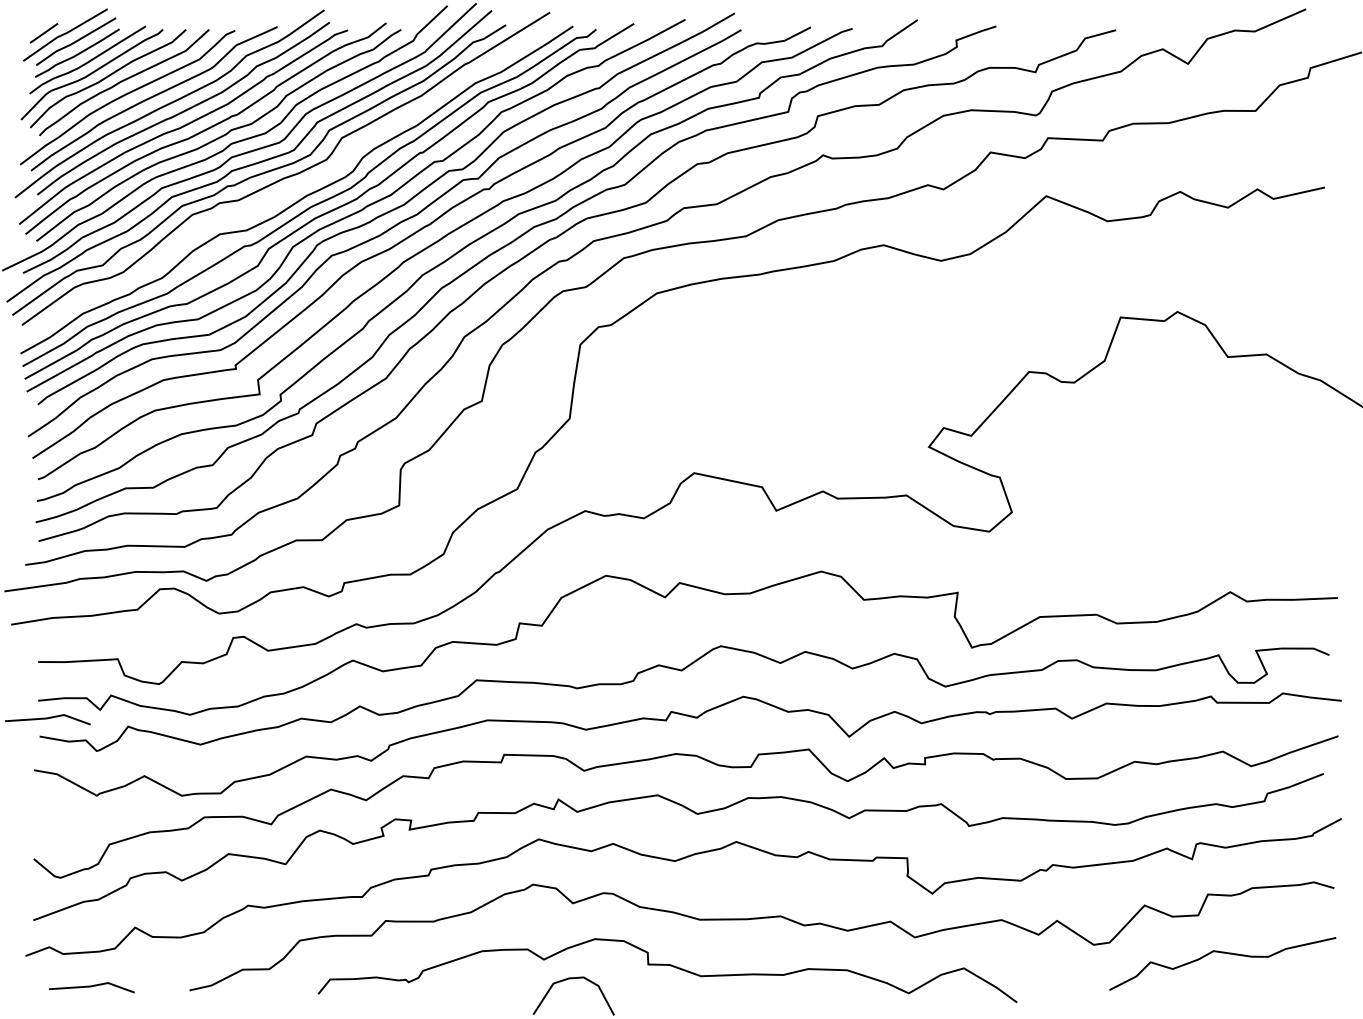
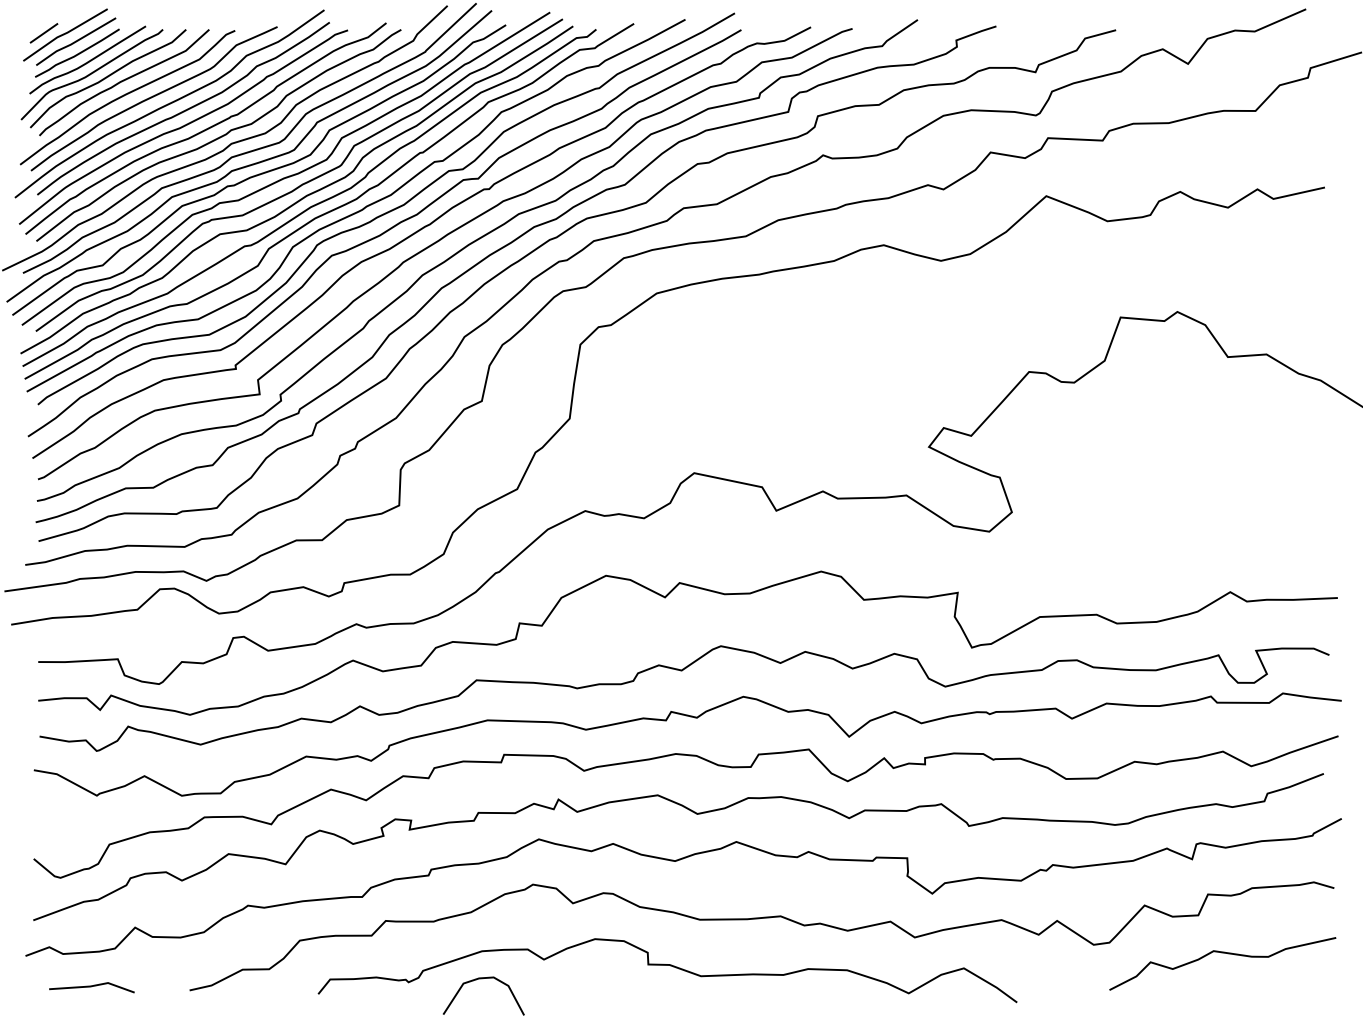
curve at (304, 182): none -> present
line at (47, 719): present -> none
curve at (572, 979) position: (572, 979) -> (482, 979)
